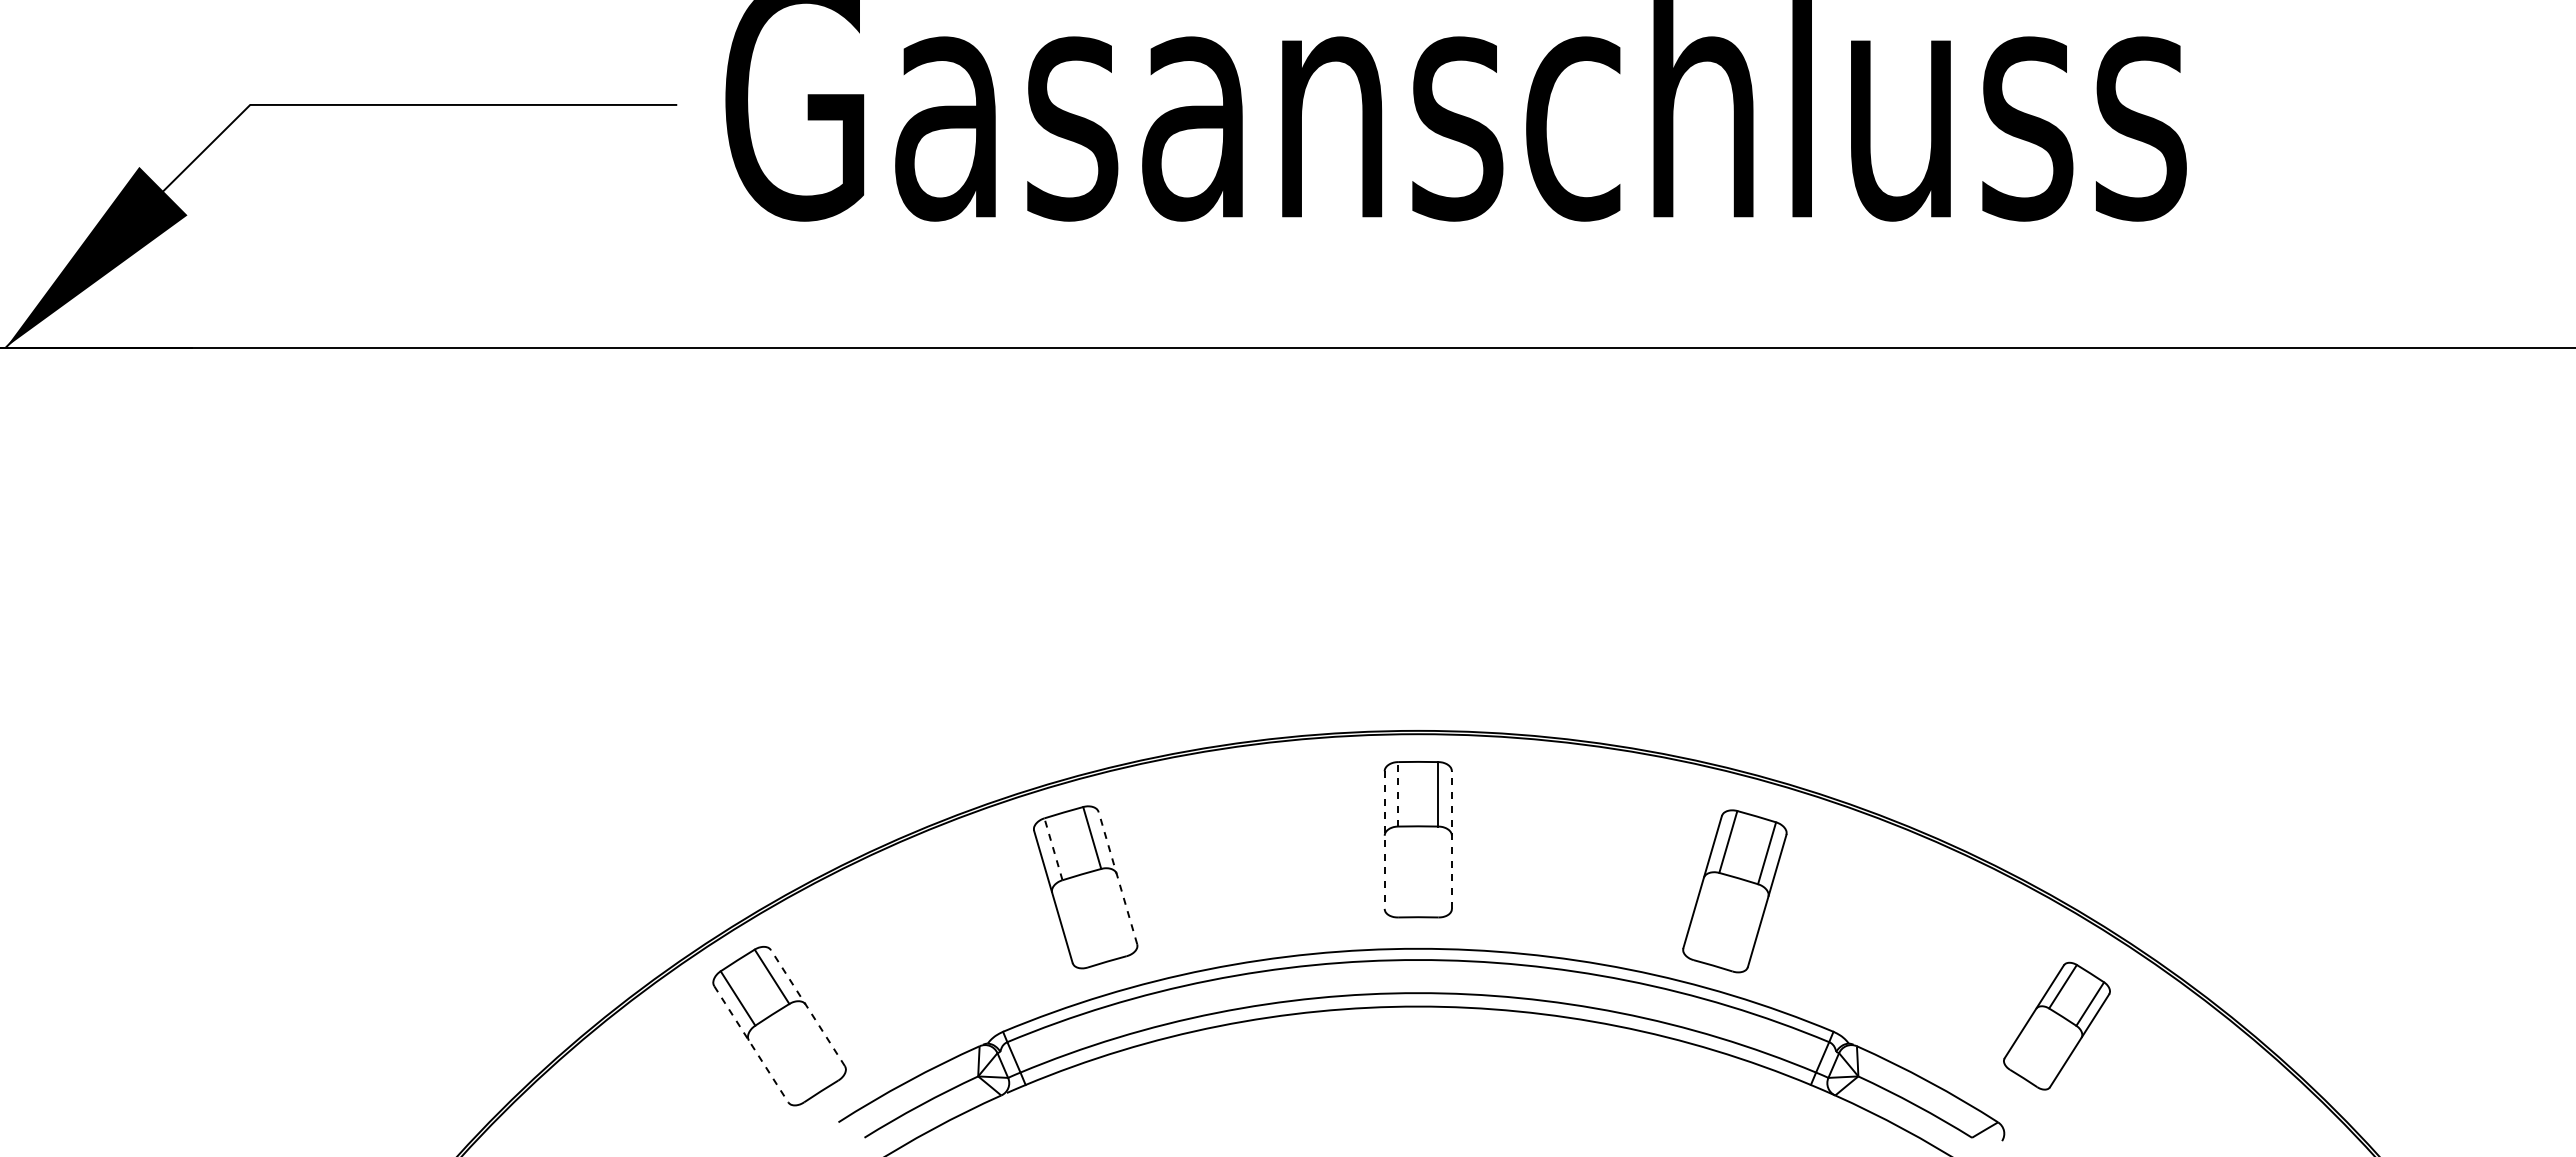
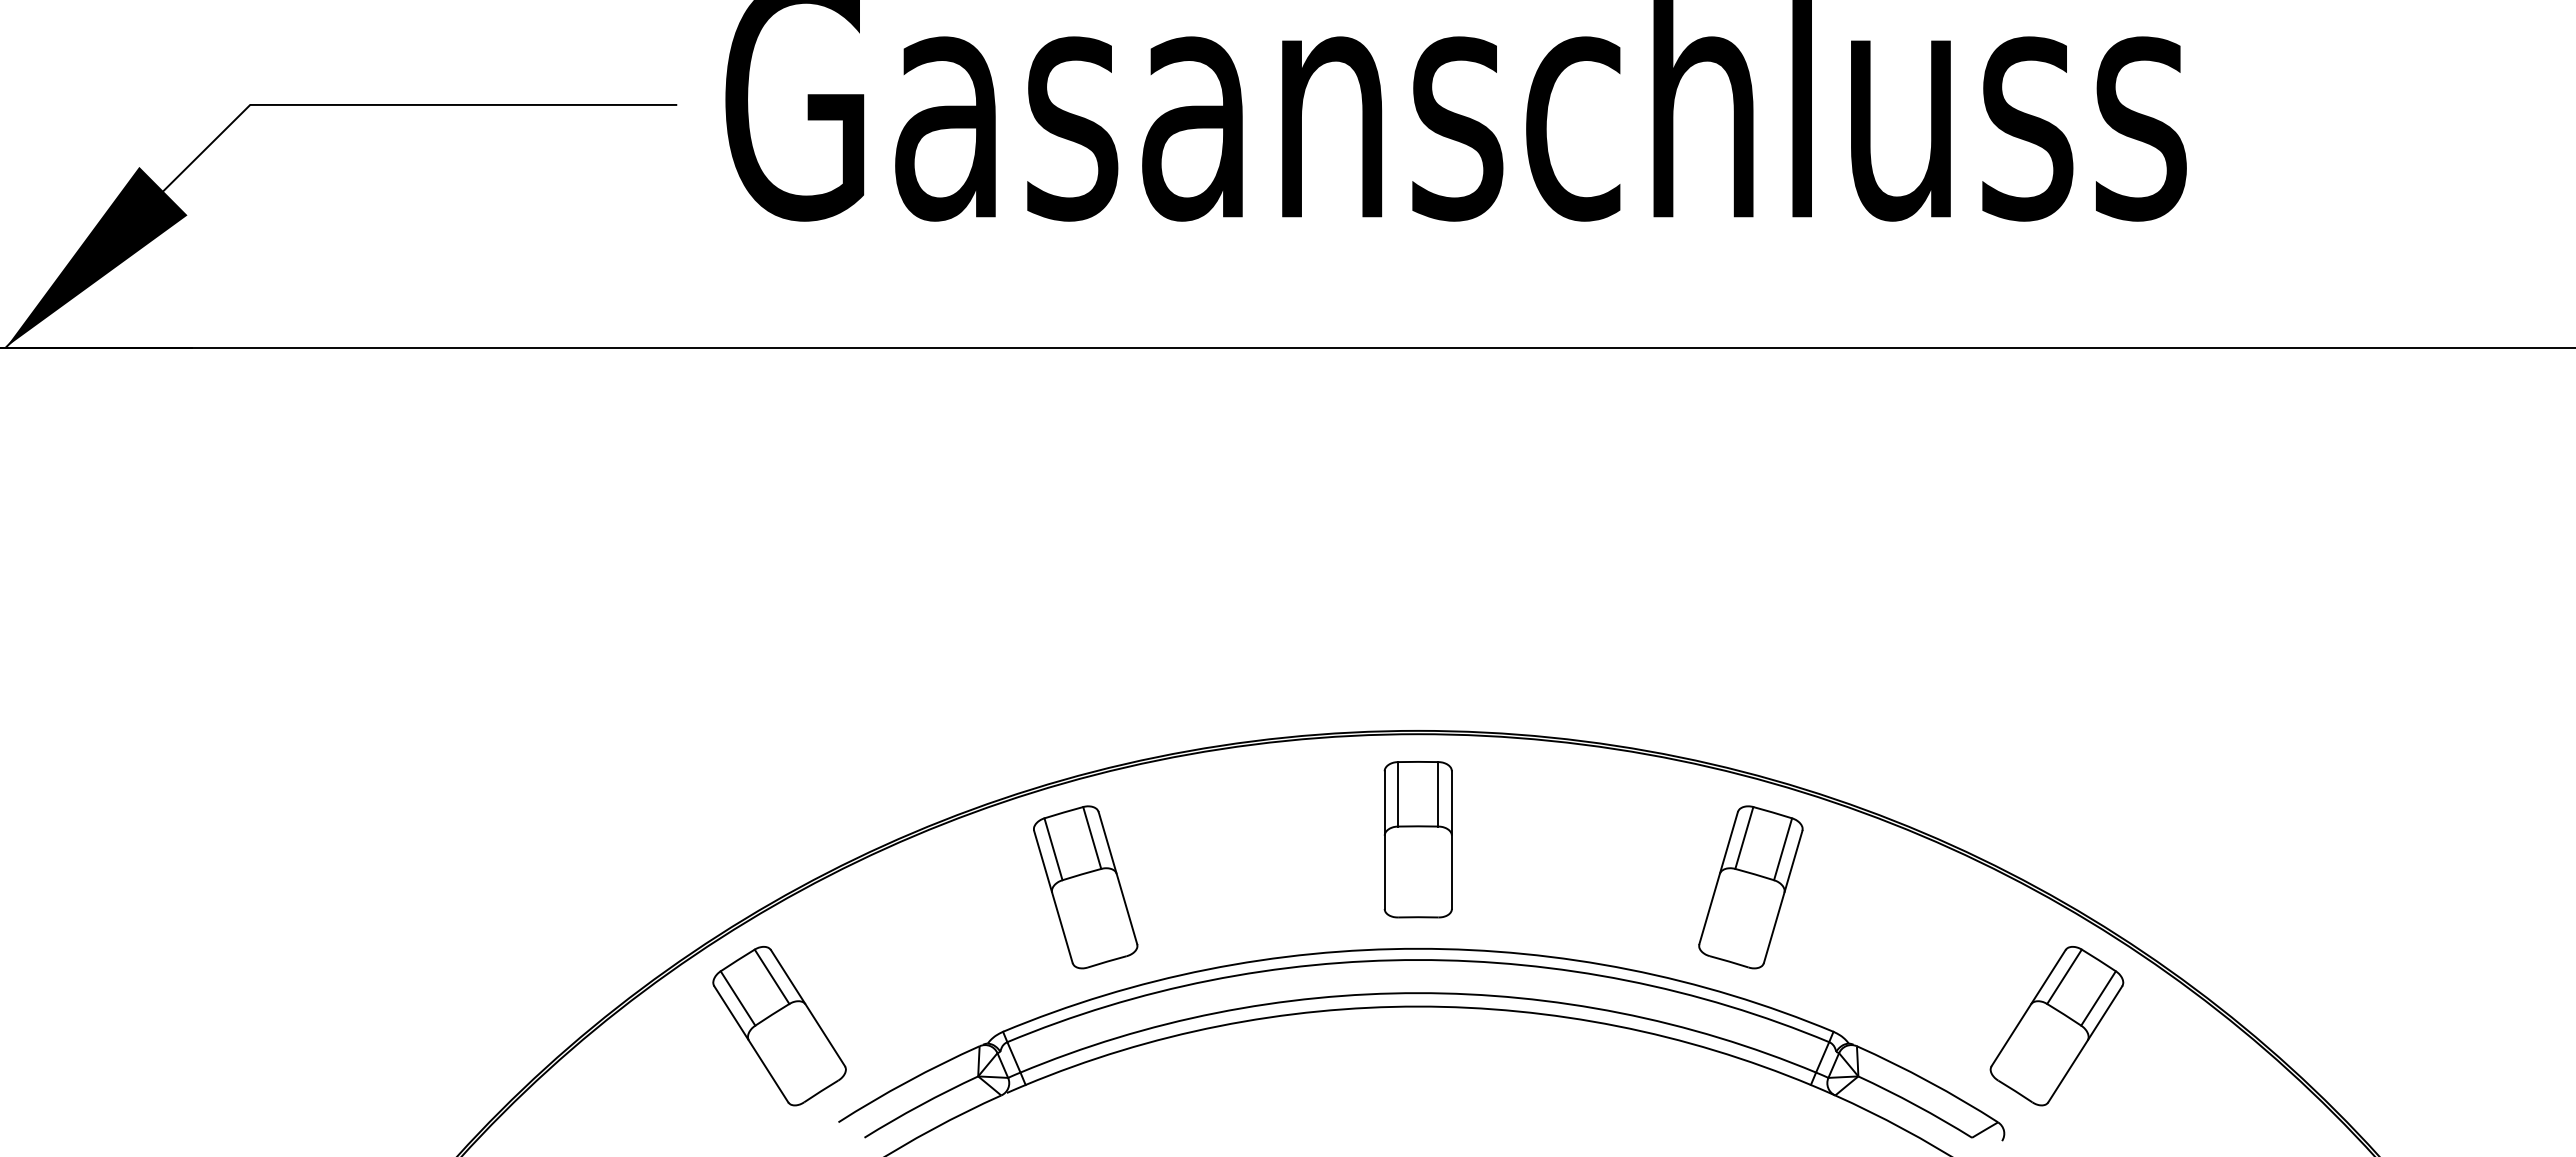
line at (1398, 793): dashed -> solid
line at (1384, 840): dashed -> solid
line at (1451, 840): dashed -> solid
line at (1053, 848): dashed -> solid
line at (1117, 878): dashed -> solid
part at (1734, 891) position: (1734, 891) -> (1750, 887)
line at (808, 1008): dashed -> solid
part at (2056, 1025) size: 108x130 px -> 136x161 px
line at (751, 1044): dashed -> solid
